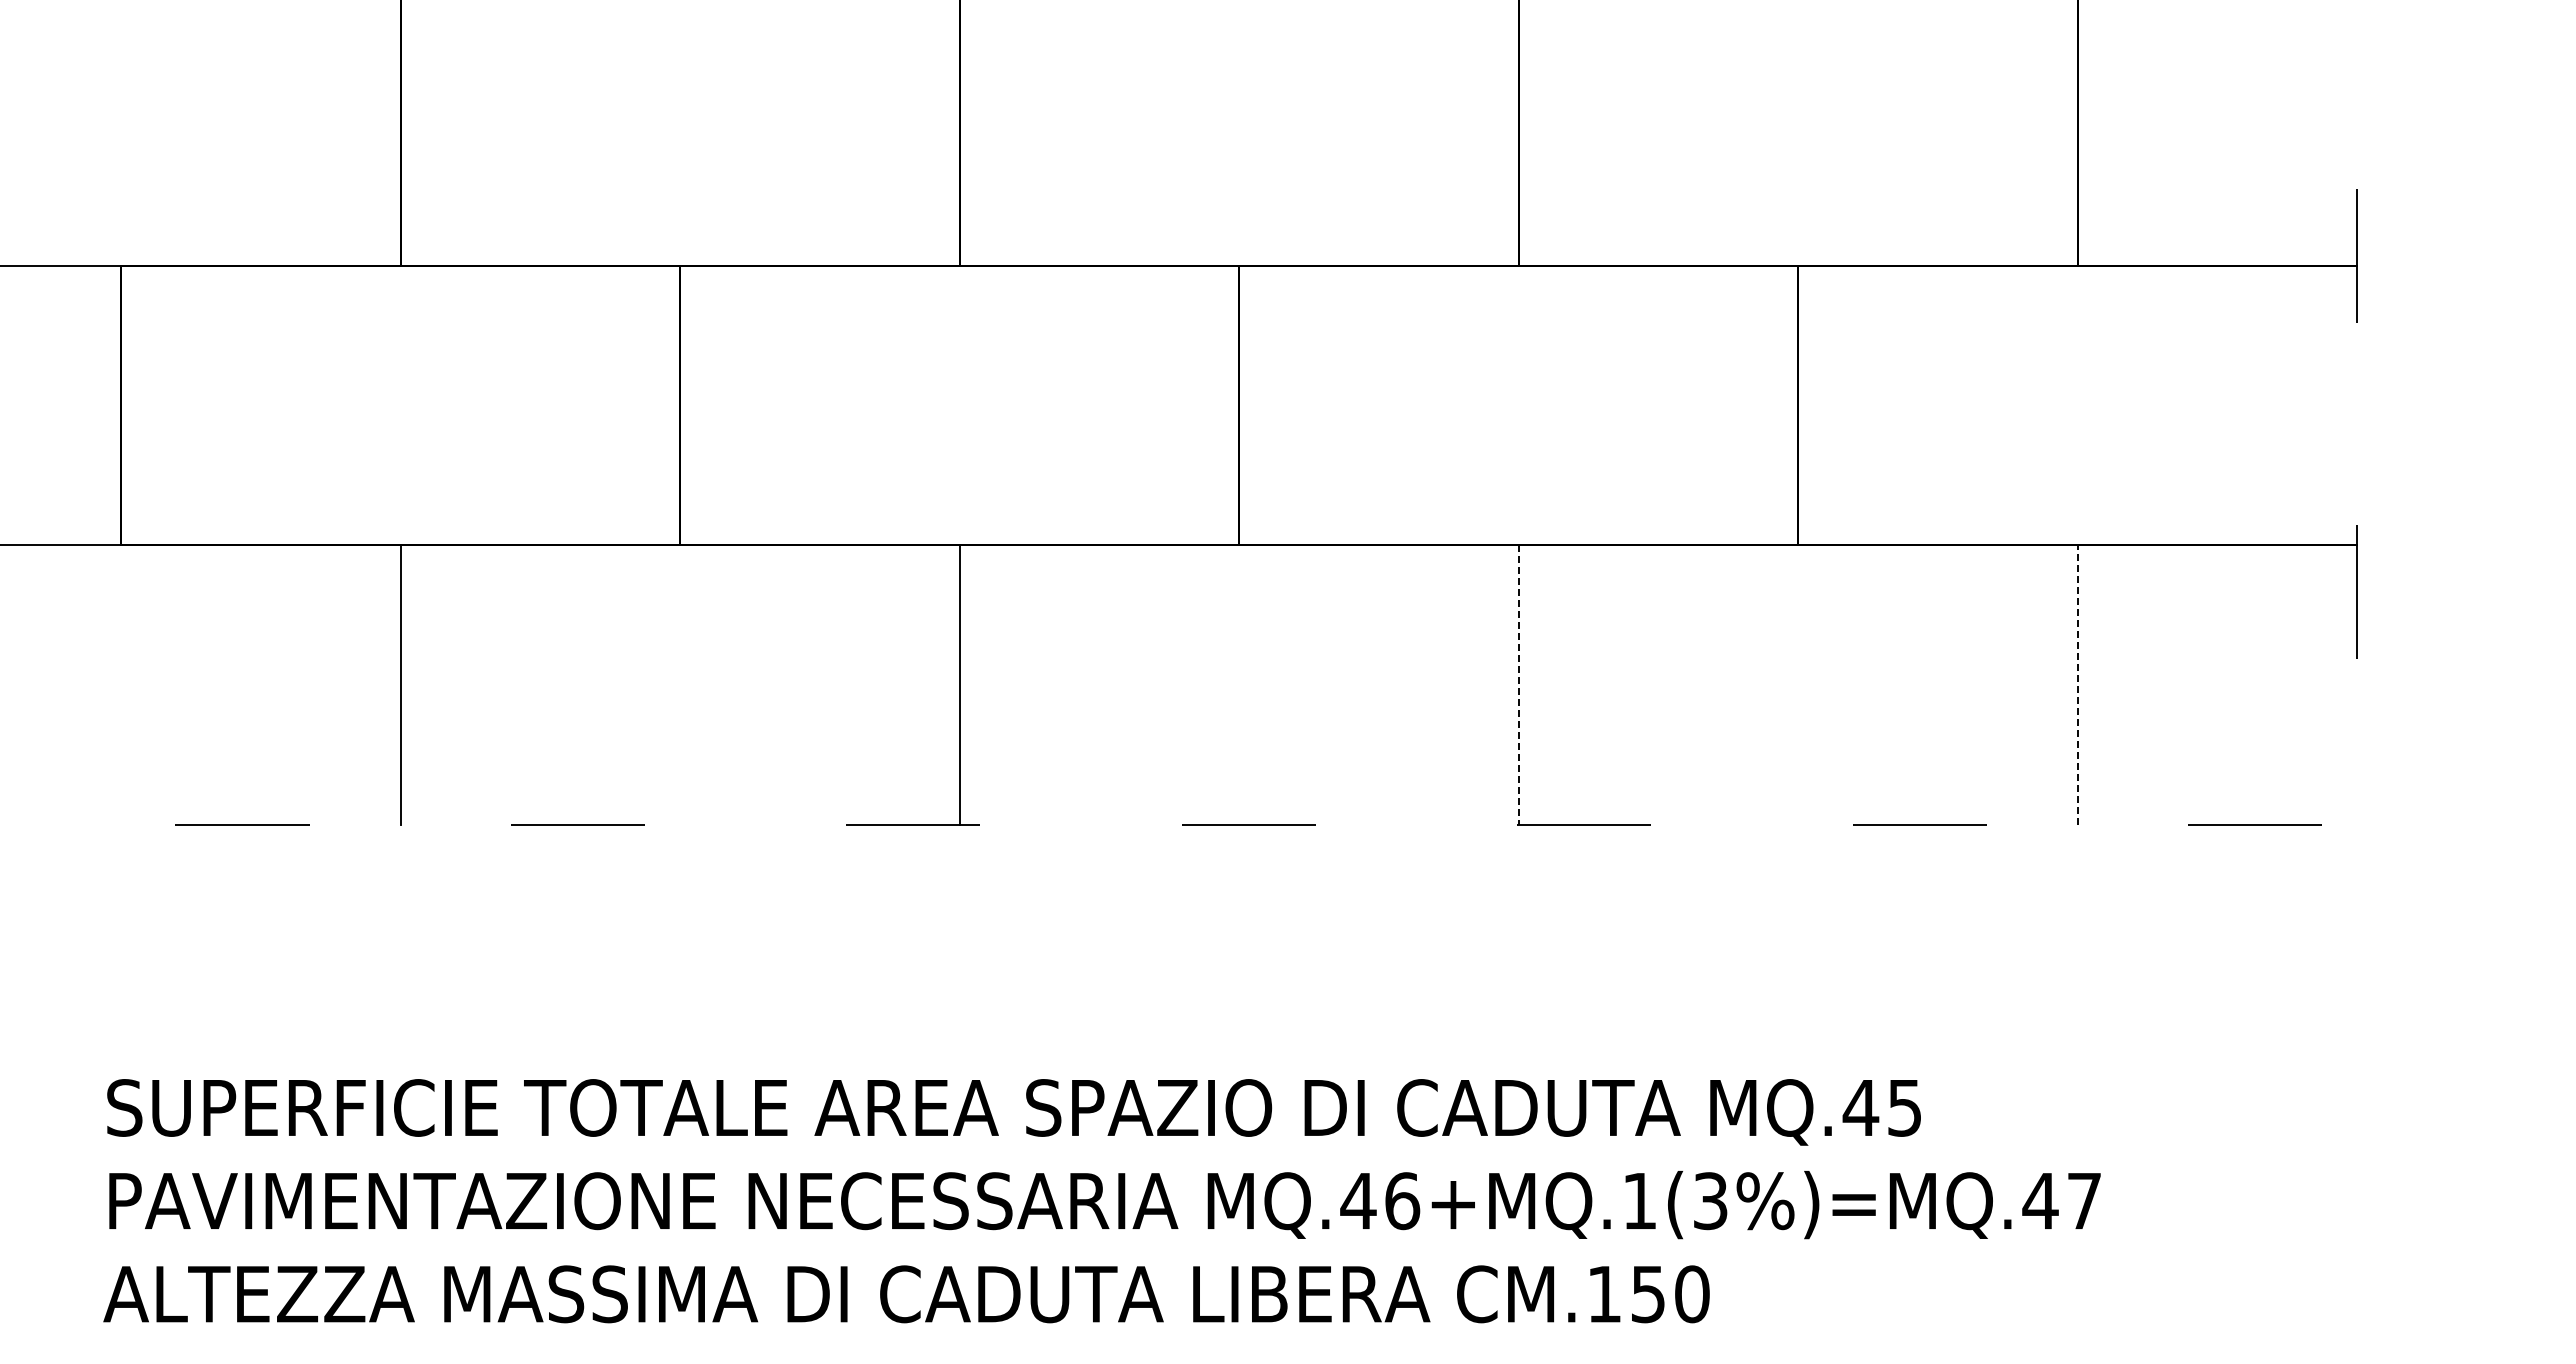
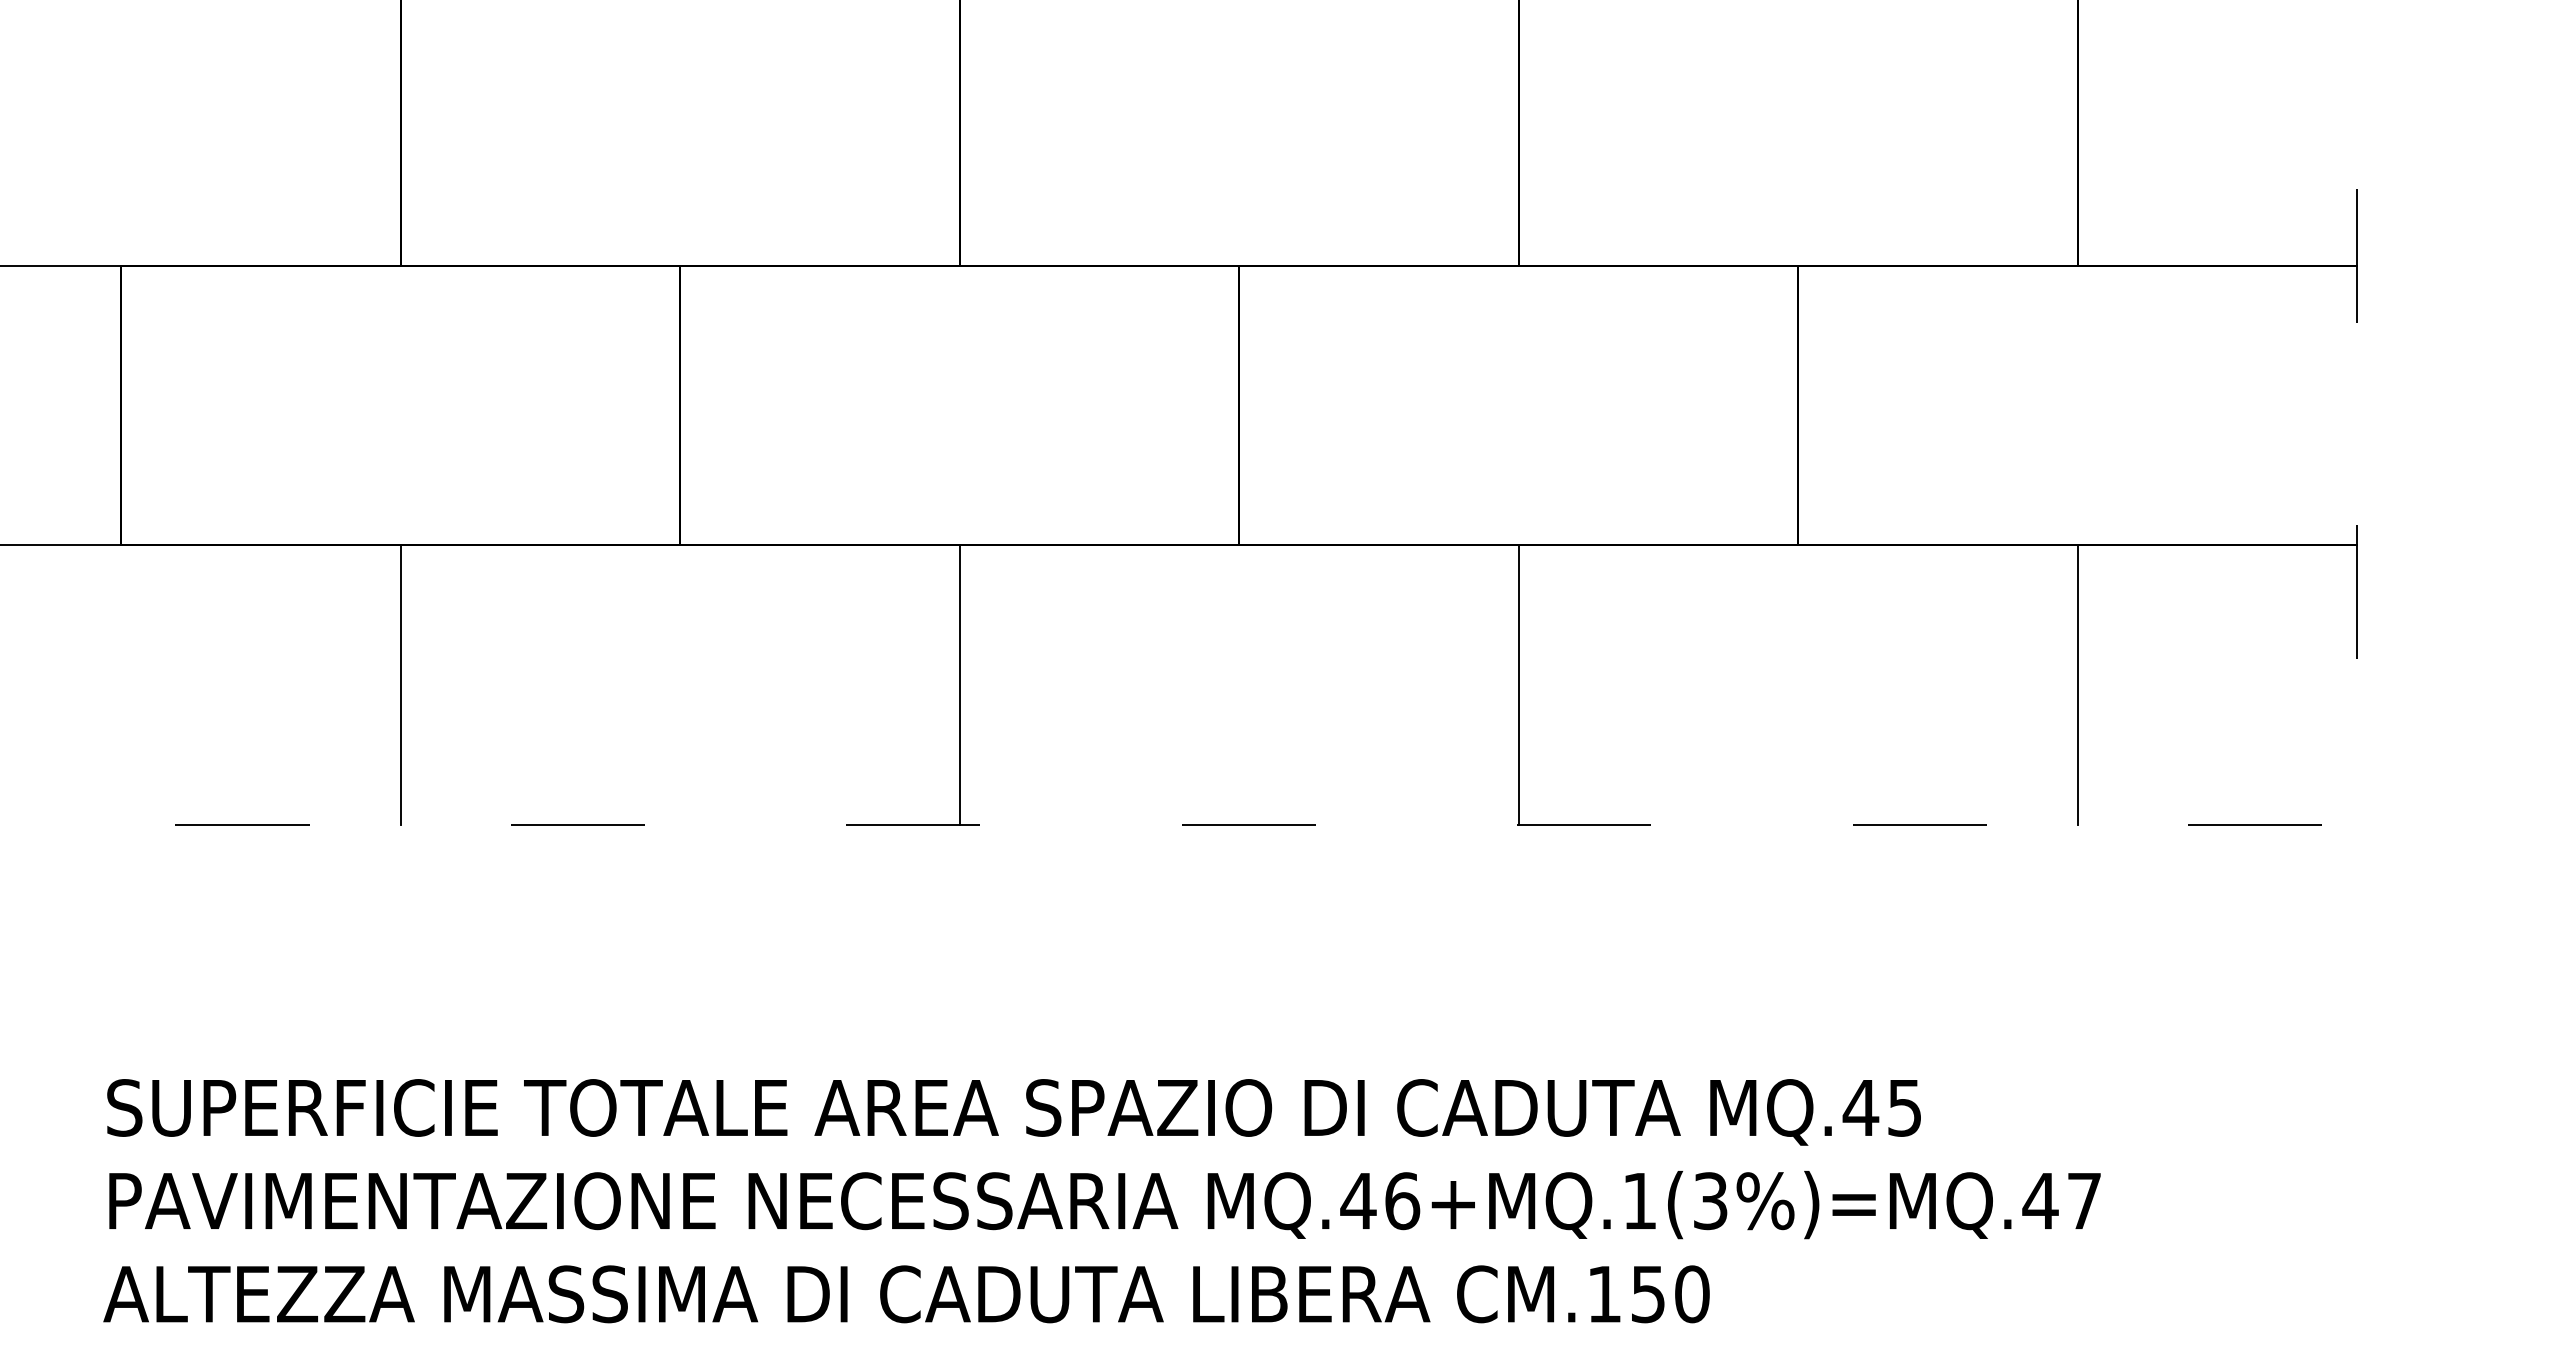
line at (1518, 685): dashed -> solid
line at (2077, 685): dashed -> solid
